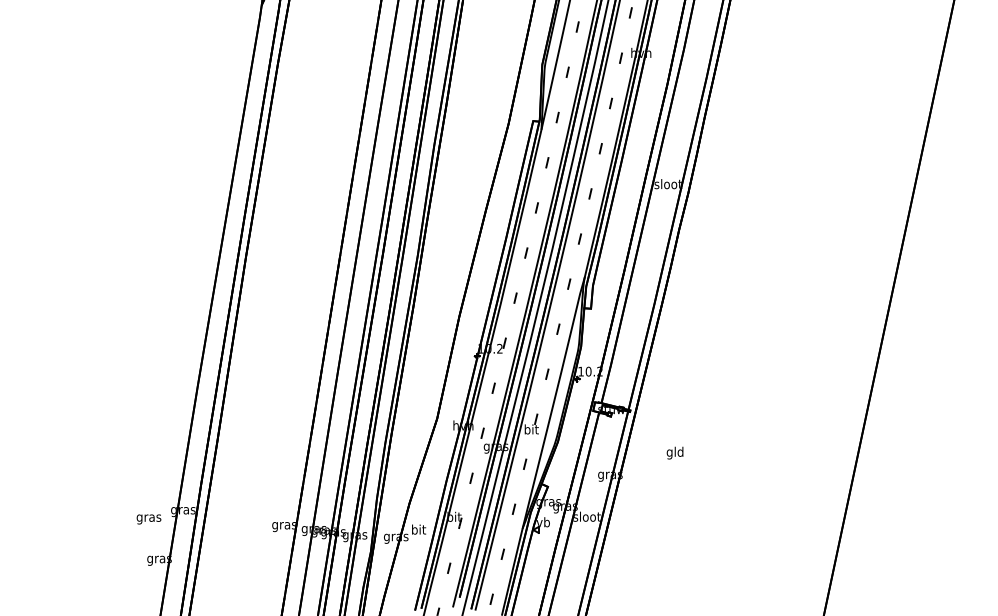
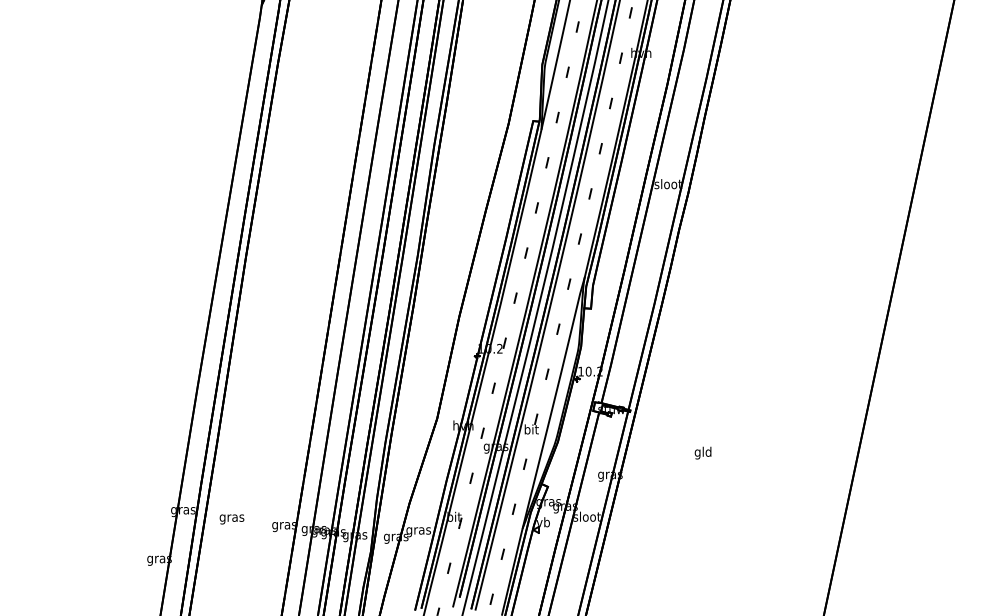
text at (674, 452) position: (674, 452) -> (702, 452)
text at (148, 519) position: (148, 519) -> (231, 519)
text at (418, 530): bit -> gras
